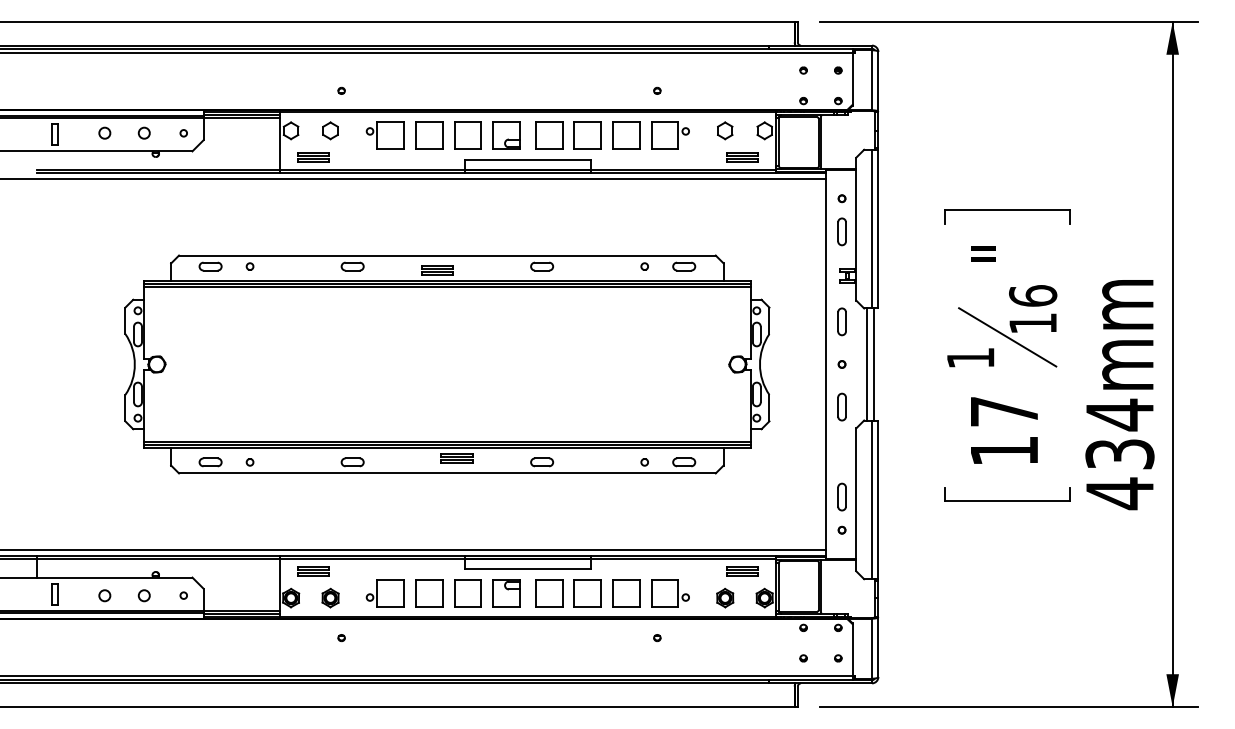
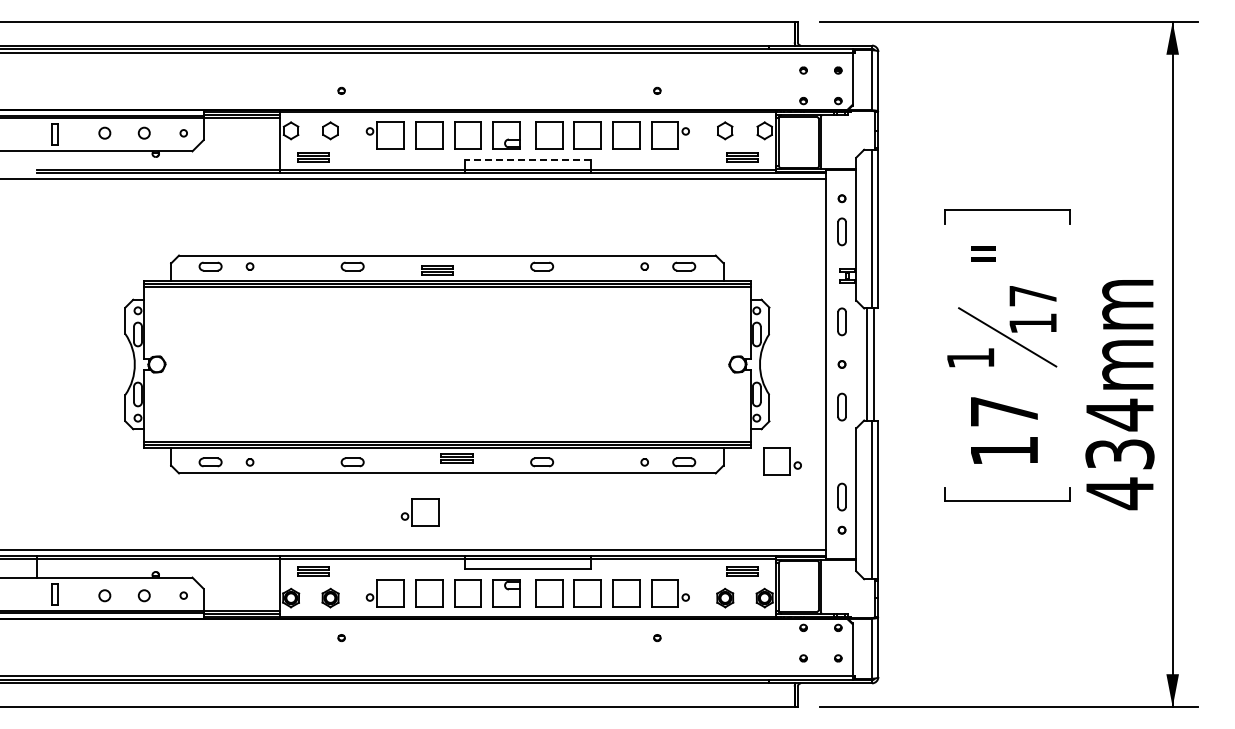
line at (527, 160): solid -> dashed
text at (1033, 295): 16 -> 17
part at (782, 461): none -> present
part at (419, 512): none -> present
